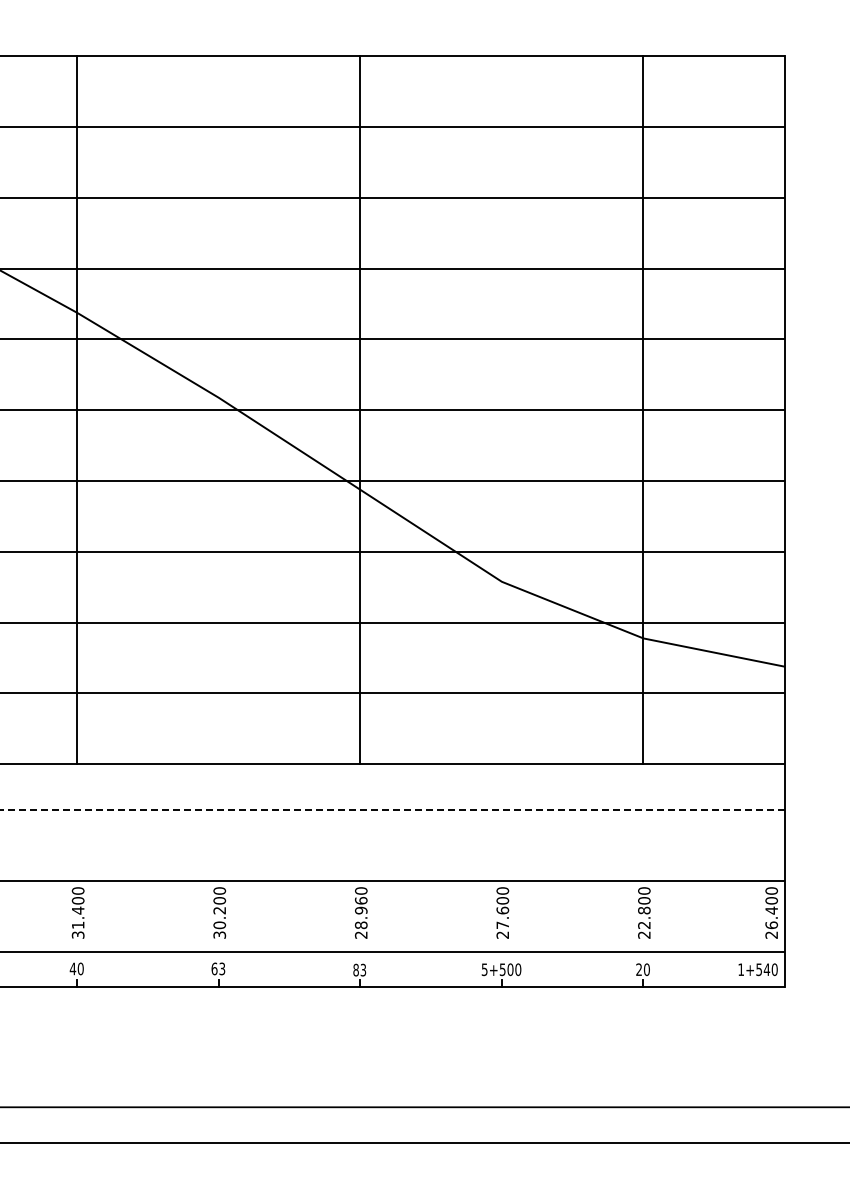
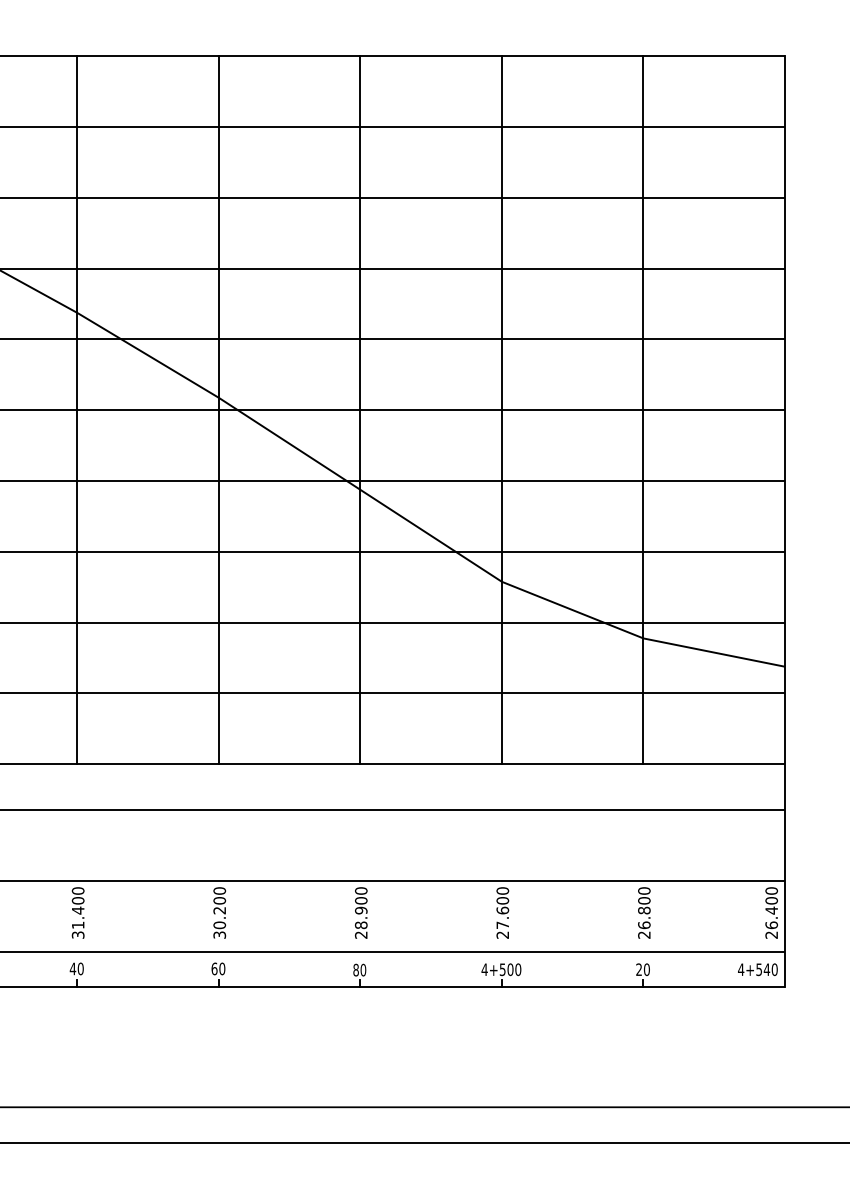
line at (218, 410): none -> present
line at (501, 410): none -> present
line at (393, 810): dashed -> solid
text at (360, 900): 28.960 -> 28.900
text at (644, 925): 22.800 -> 26.800
text at (222, 968): 63 -> 60
text at (363, 969): 83 -> 80
text at (484, 969): 5+500 -> 4+500
text at (741, 969): 1+540 -> 4+540
